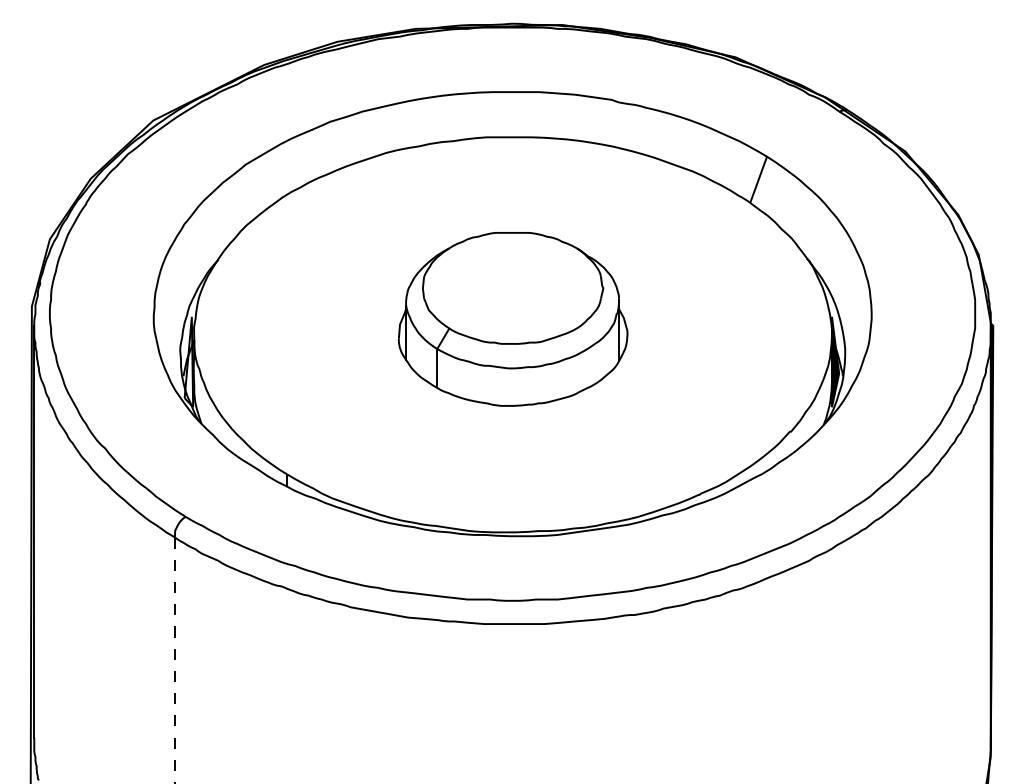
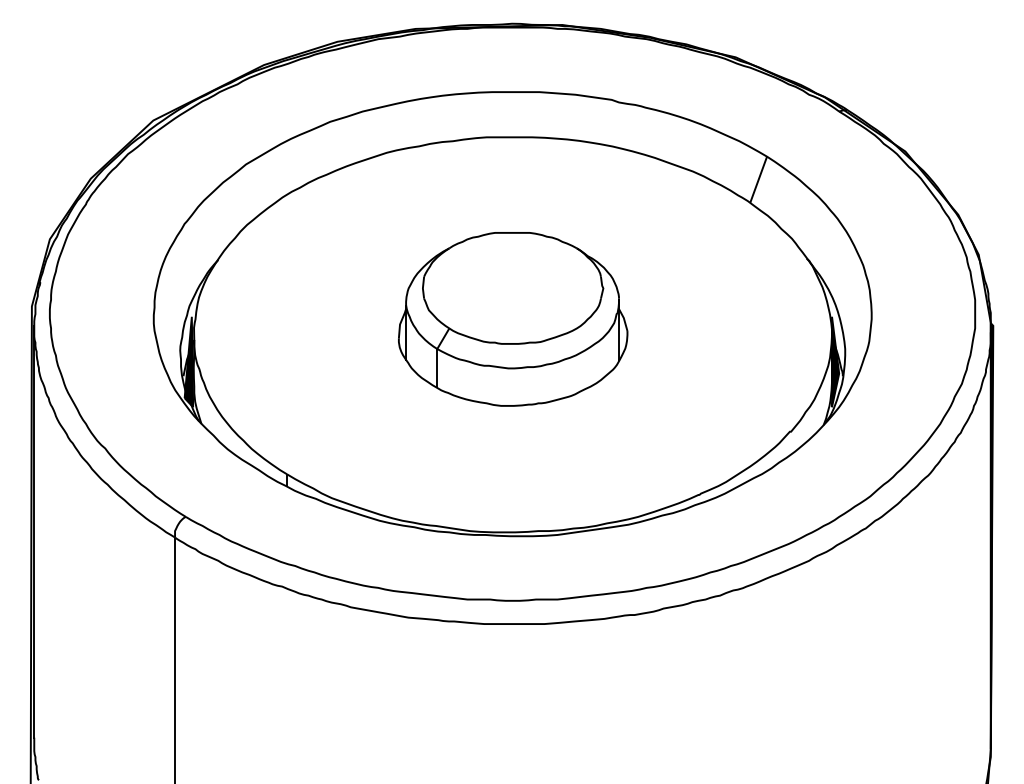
fill at (188, 361): none -> present
line at (175, 660): dashed -> solid
